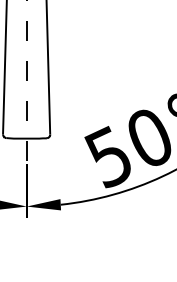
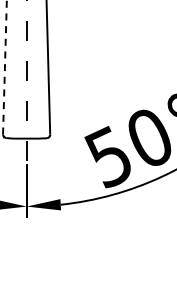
line at (4, 67): solid -> dashed
